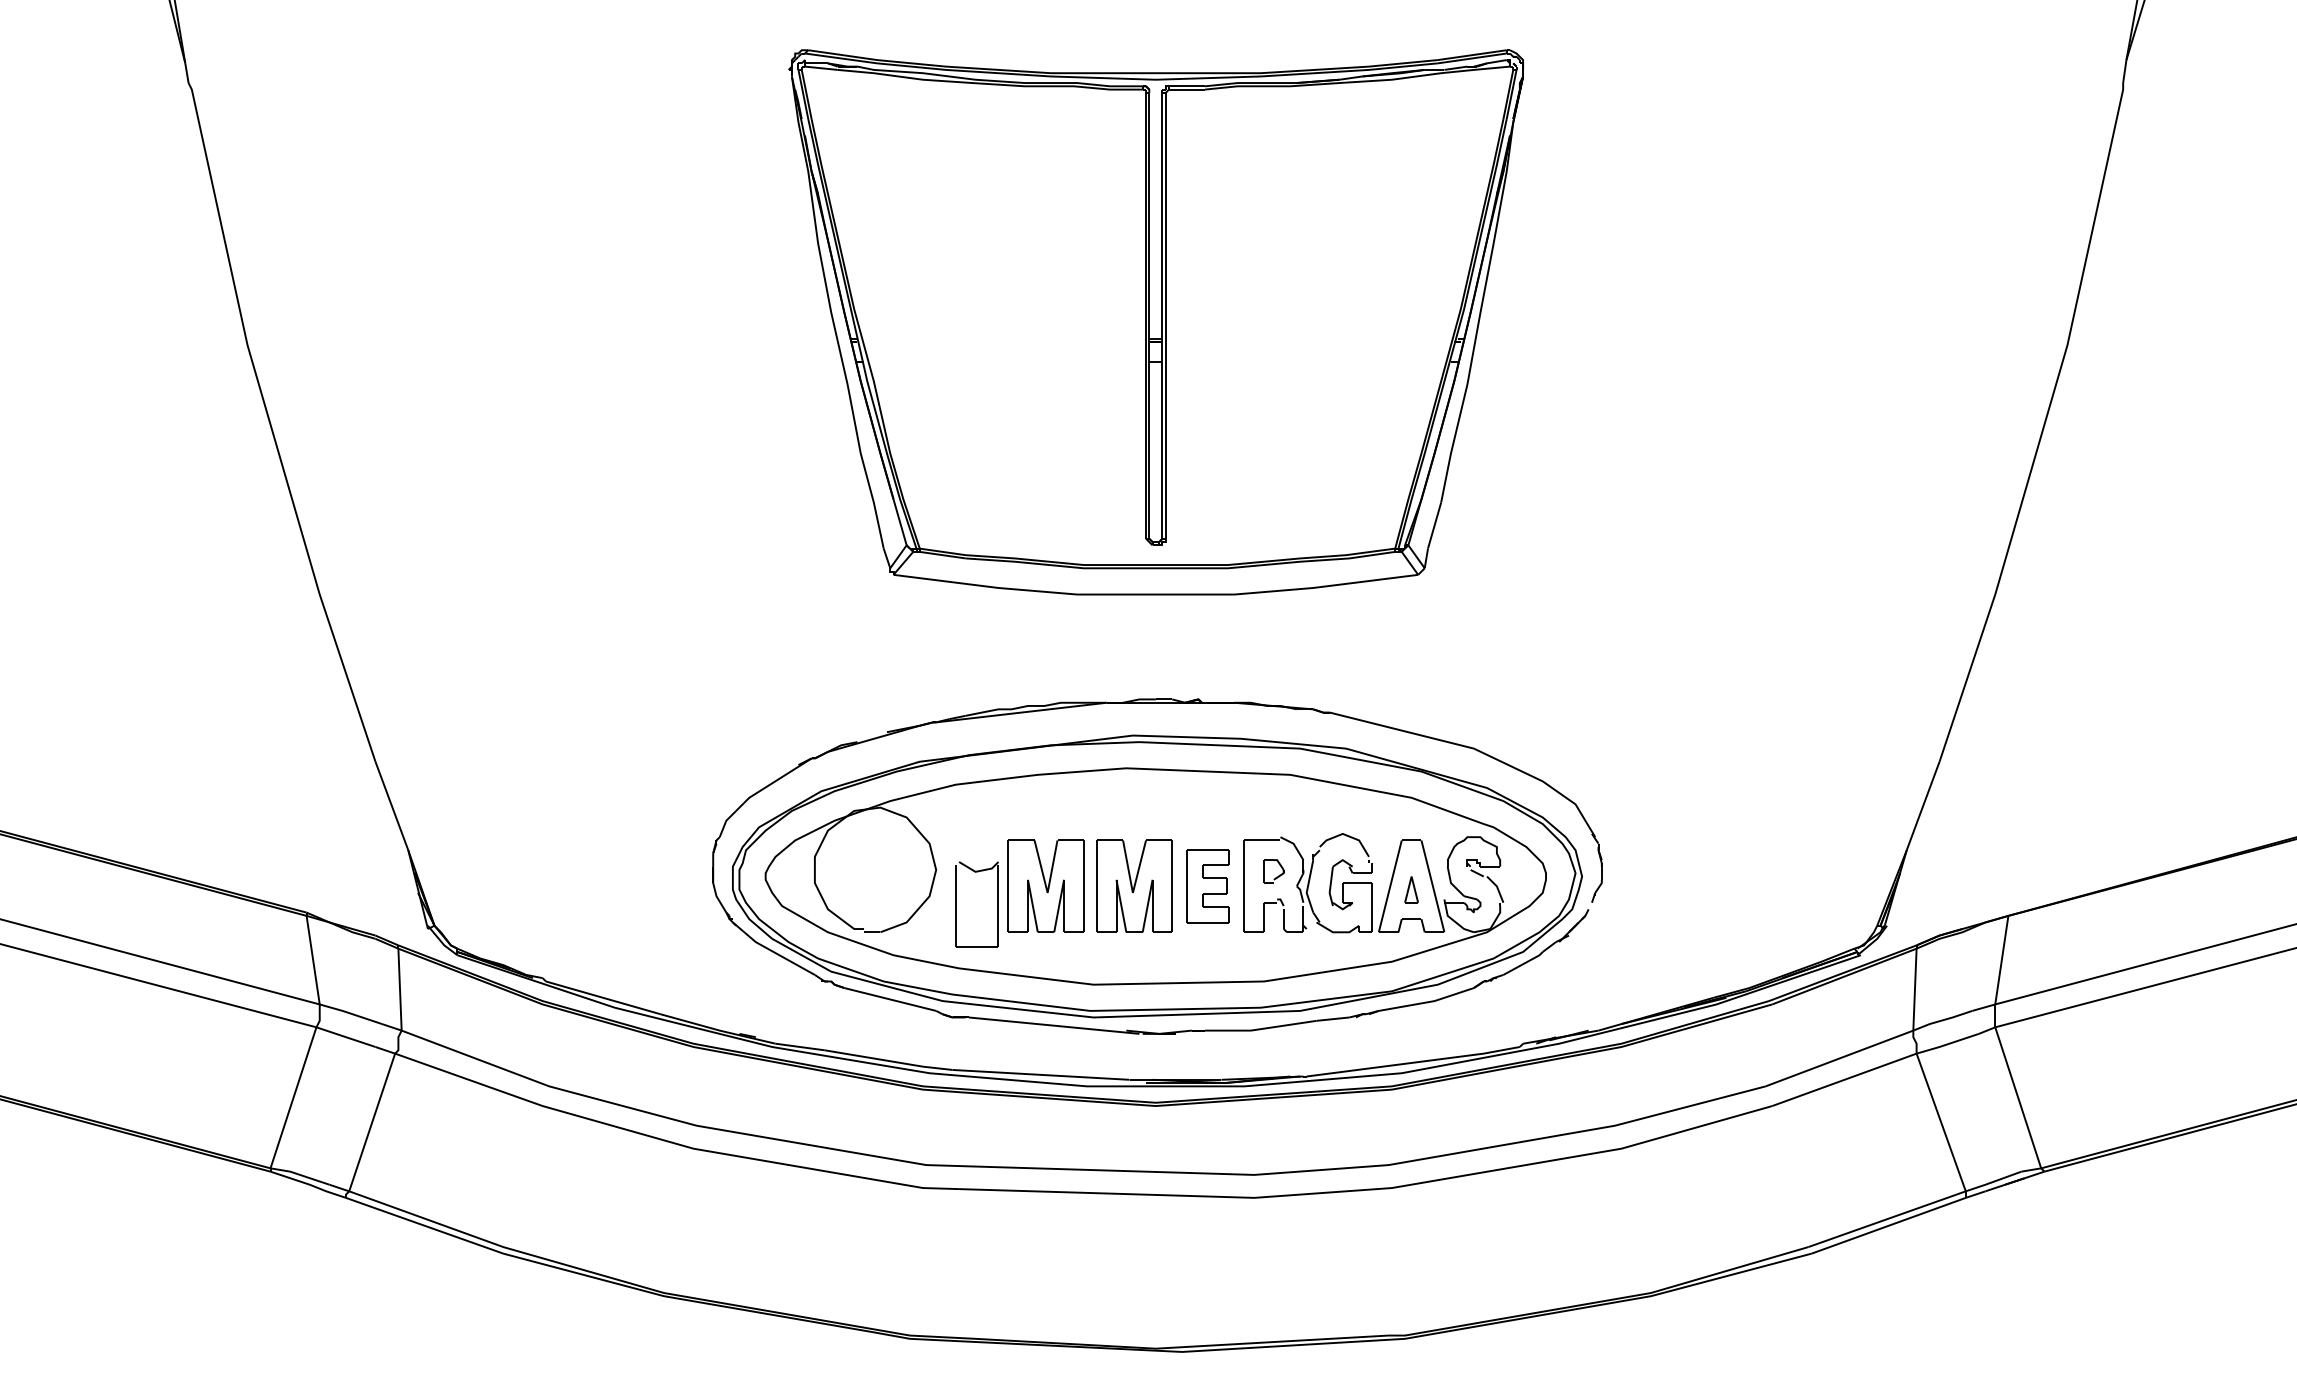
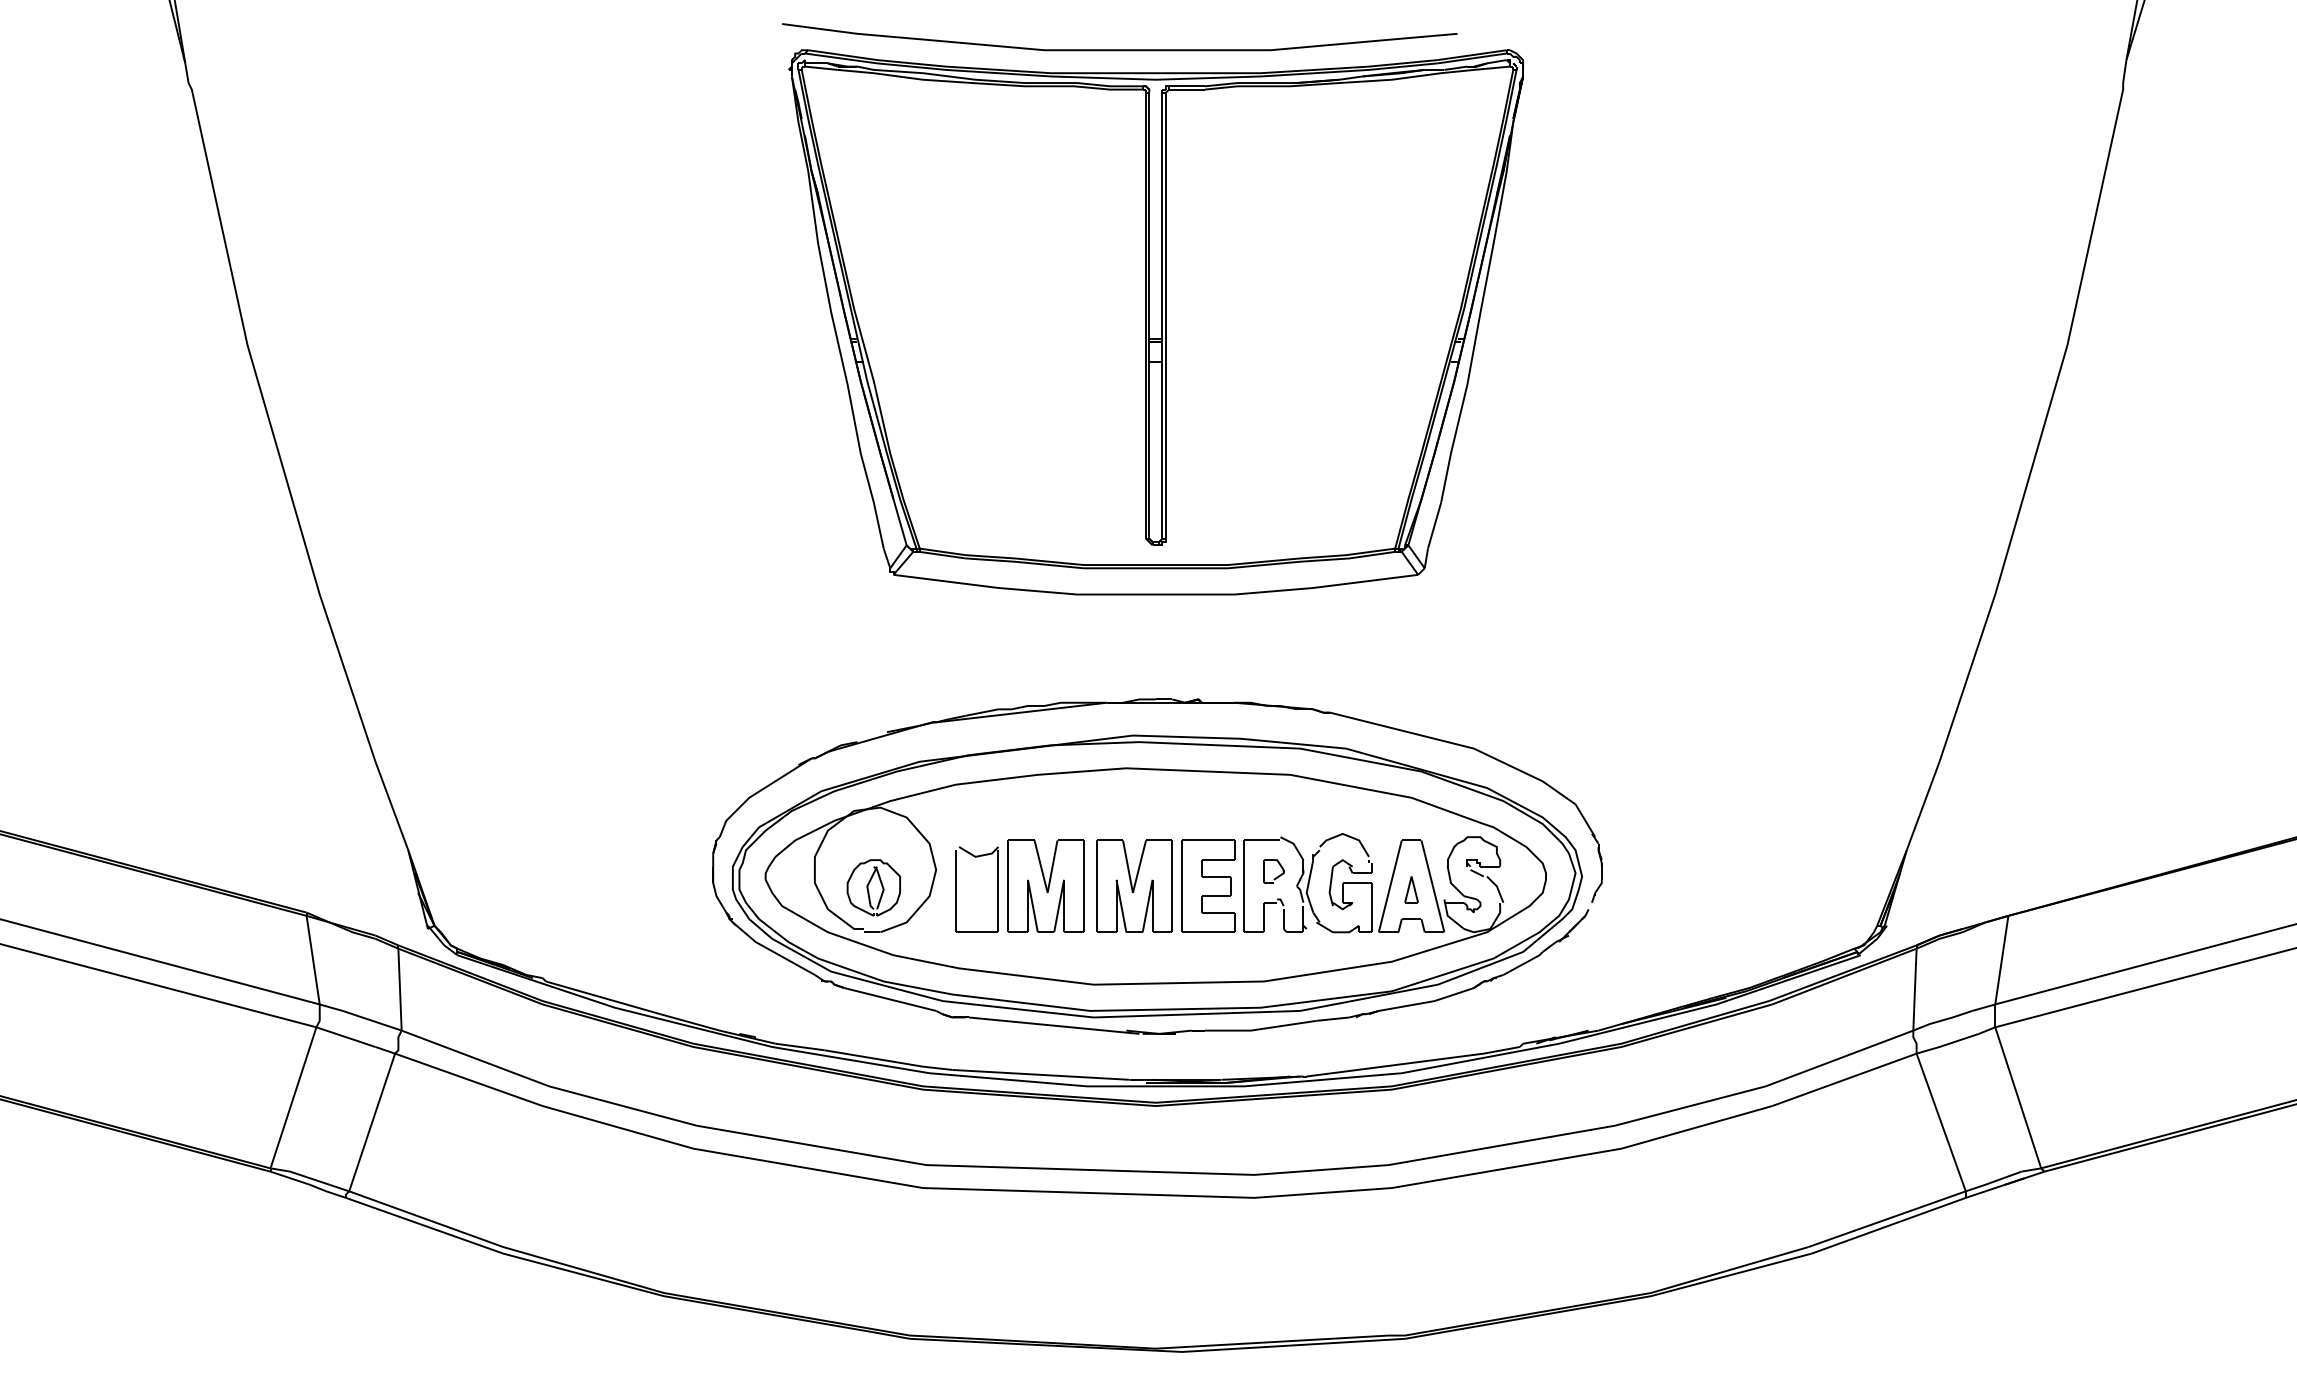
curve at (1119, 49): none -> present
part at (1207, 886) size: 44x75 px -> 55x94 px
part at (873, 887): none -> present
part at (956, 904) position: (956, 904) -> (956, 889)
